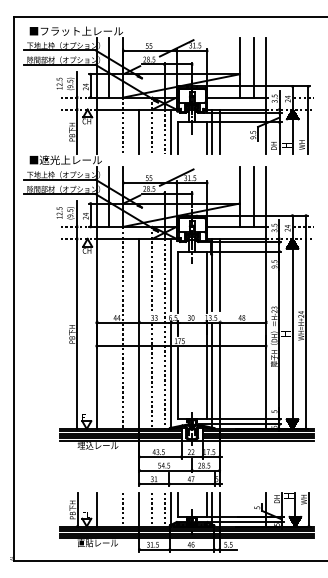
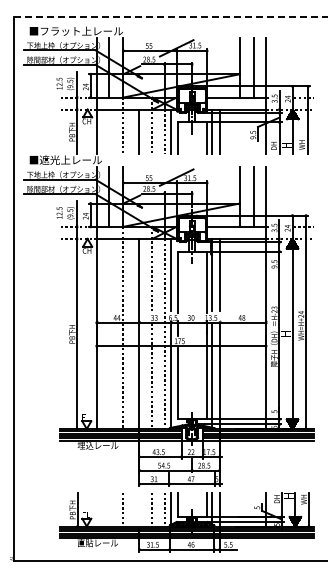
line at (170, 17): solid -> dashed
line at (96, 509): present -> none
line at (139, 509): present -> none
